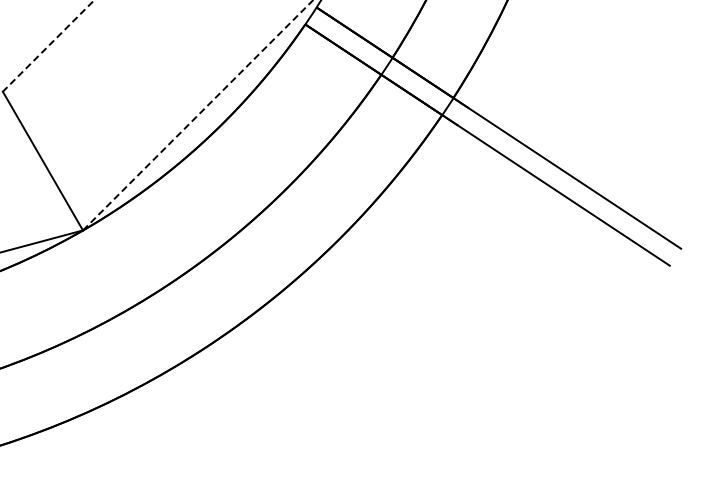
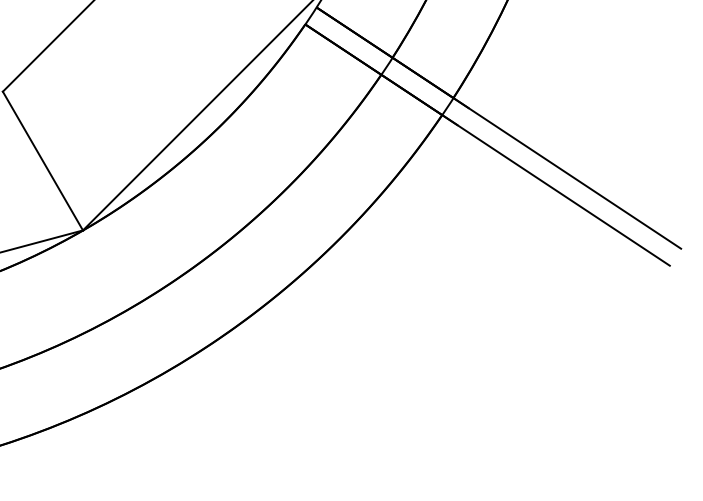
line at (48, 46): dashed -> solid
line at (198, 115): dashed -> solid
